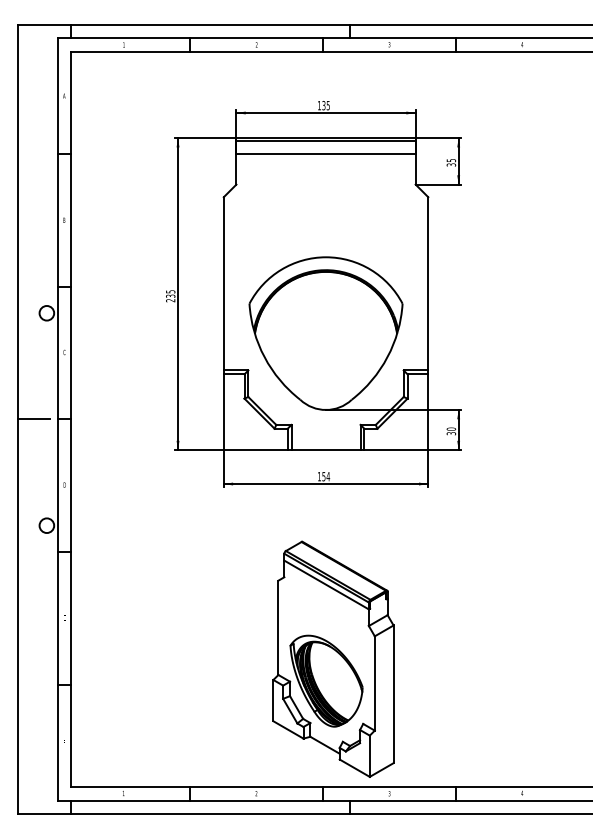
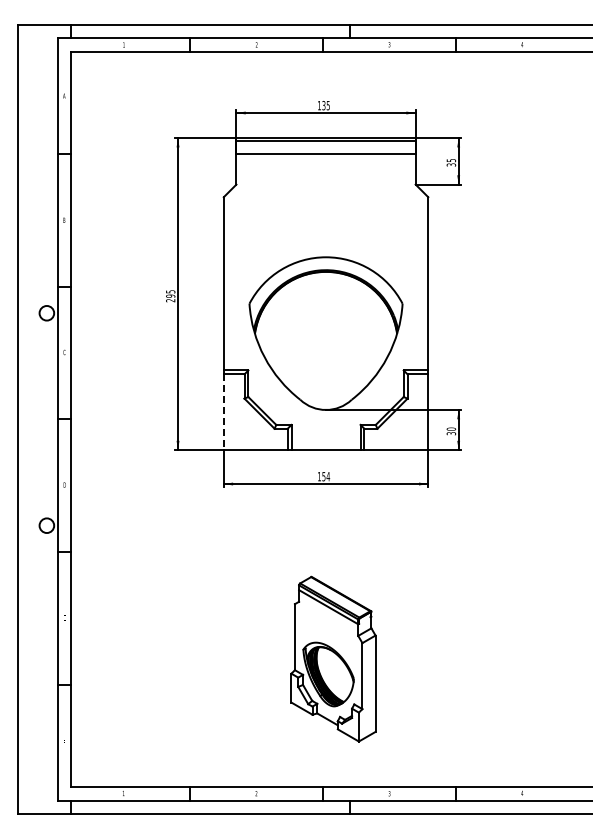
text at (170, 295): 235 -> 295
line at (223, 412): solid -> dashed
line at (33, 419): present -> none
part at (333, 658) size: 123x238 px -> 87x168 px
